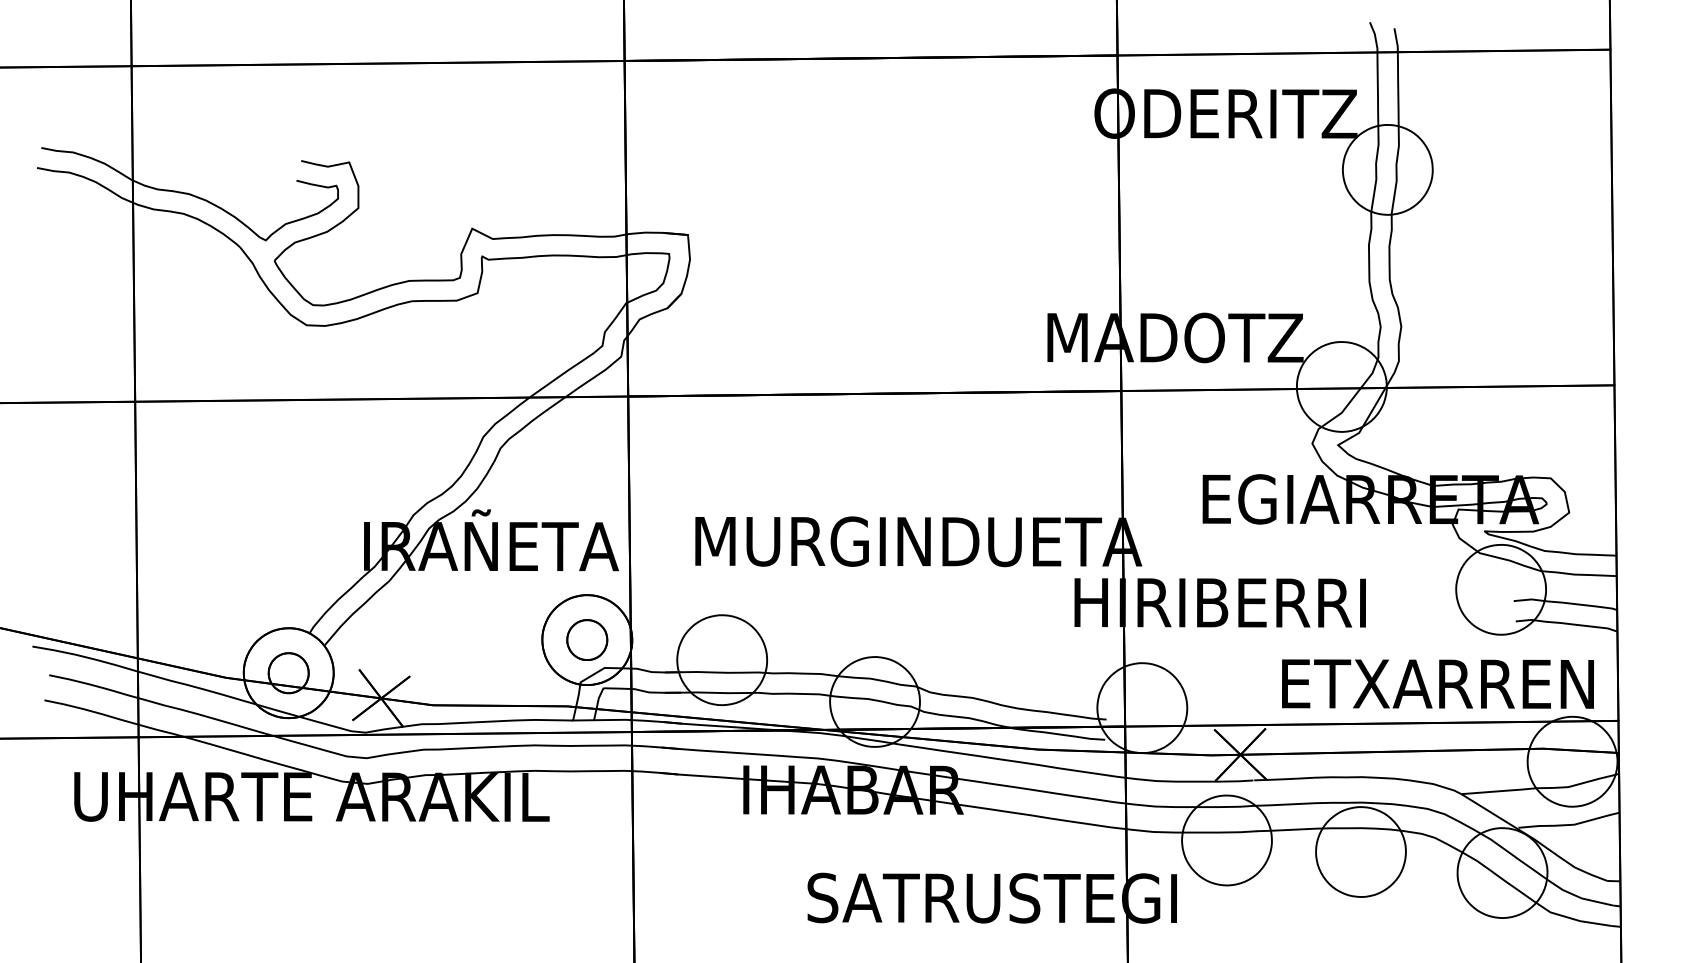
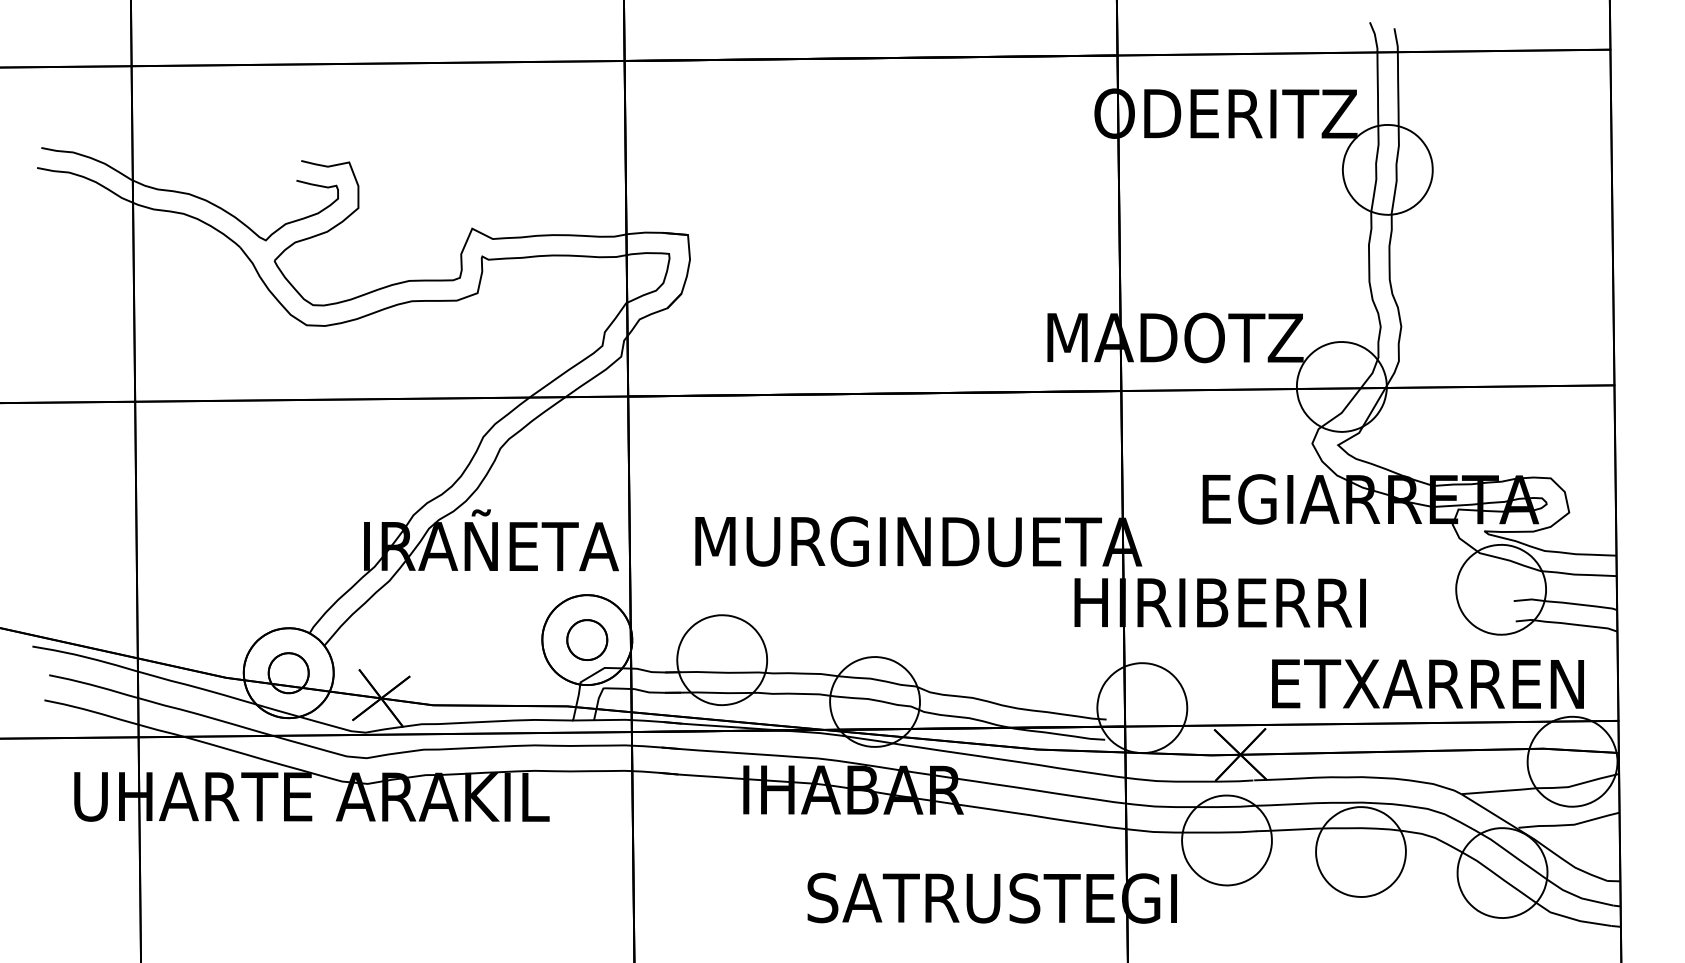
text at (1437, 683) position: (1437, 683) -> (1427, 683)
